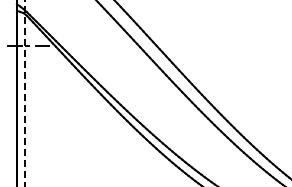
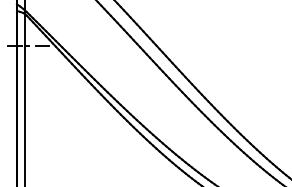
line at (24, 94): dashed -> solid
